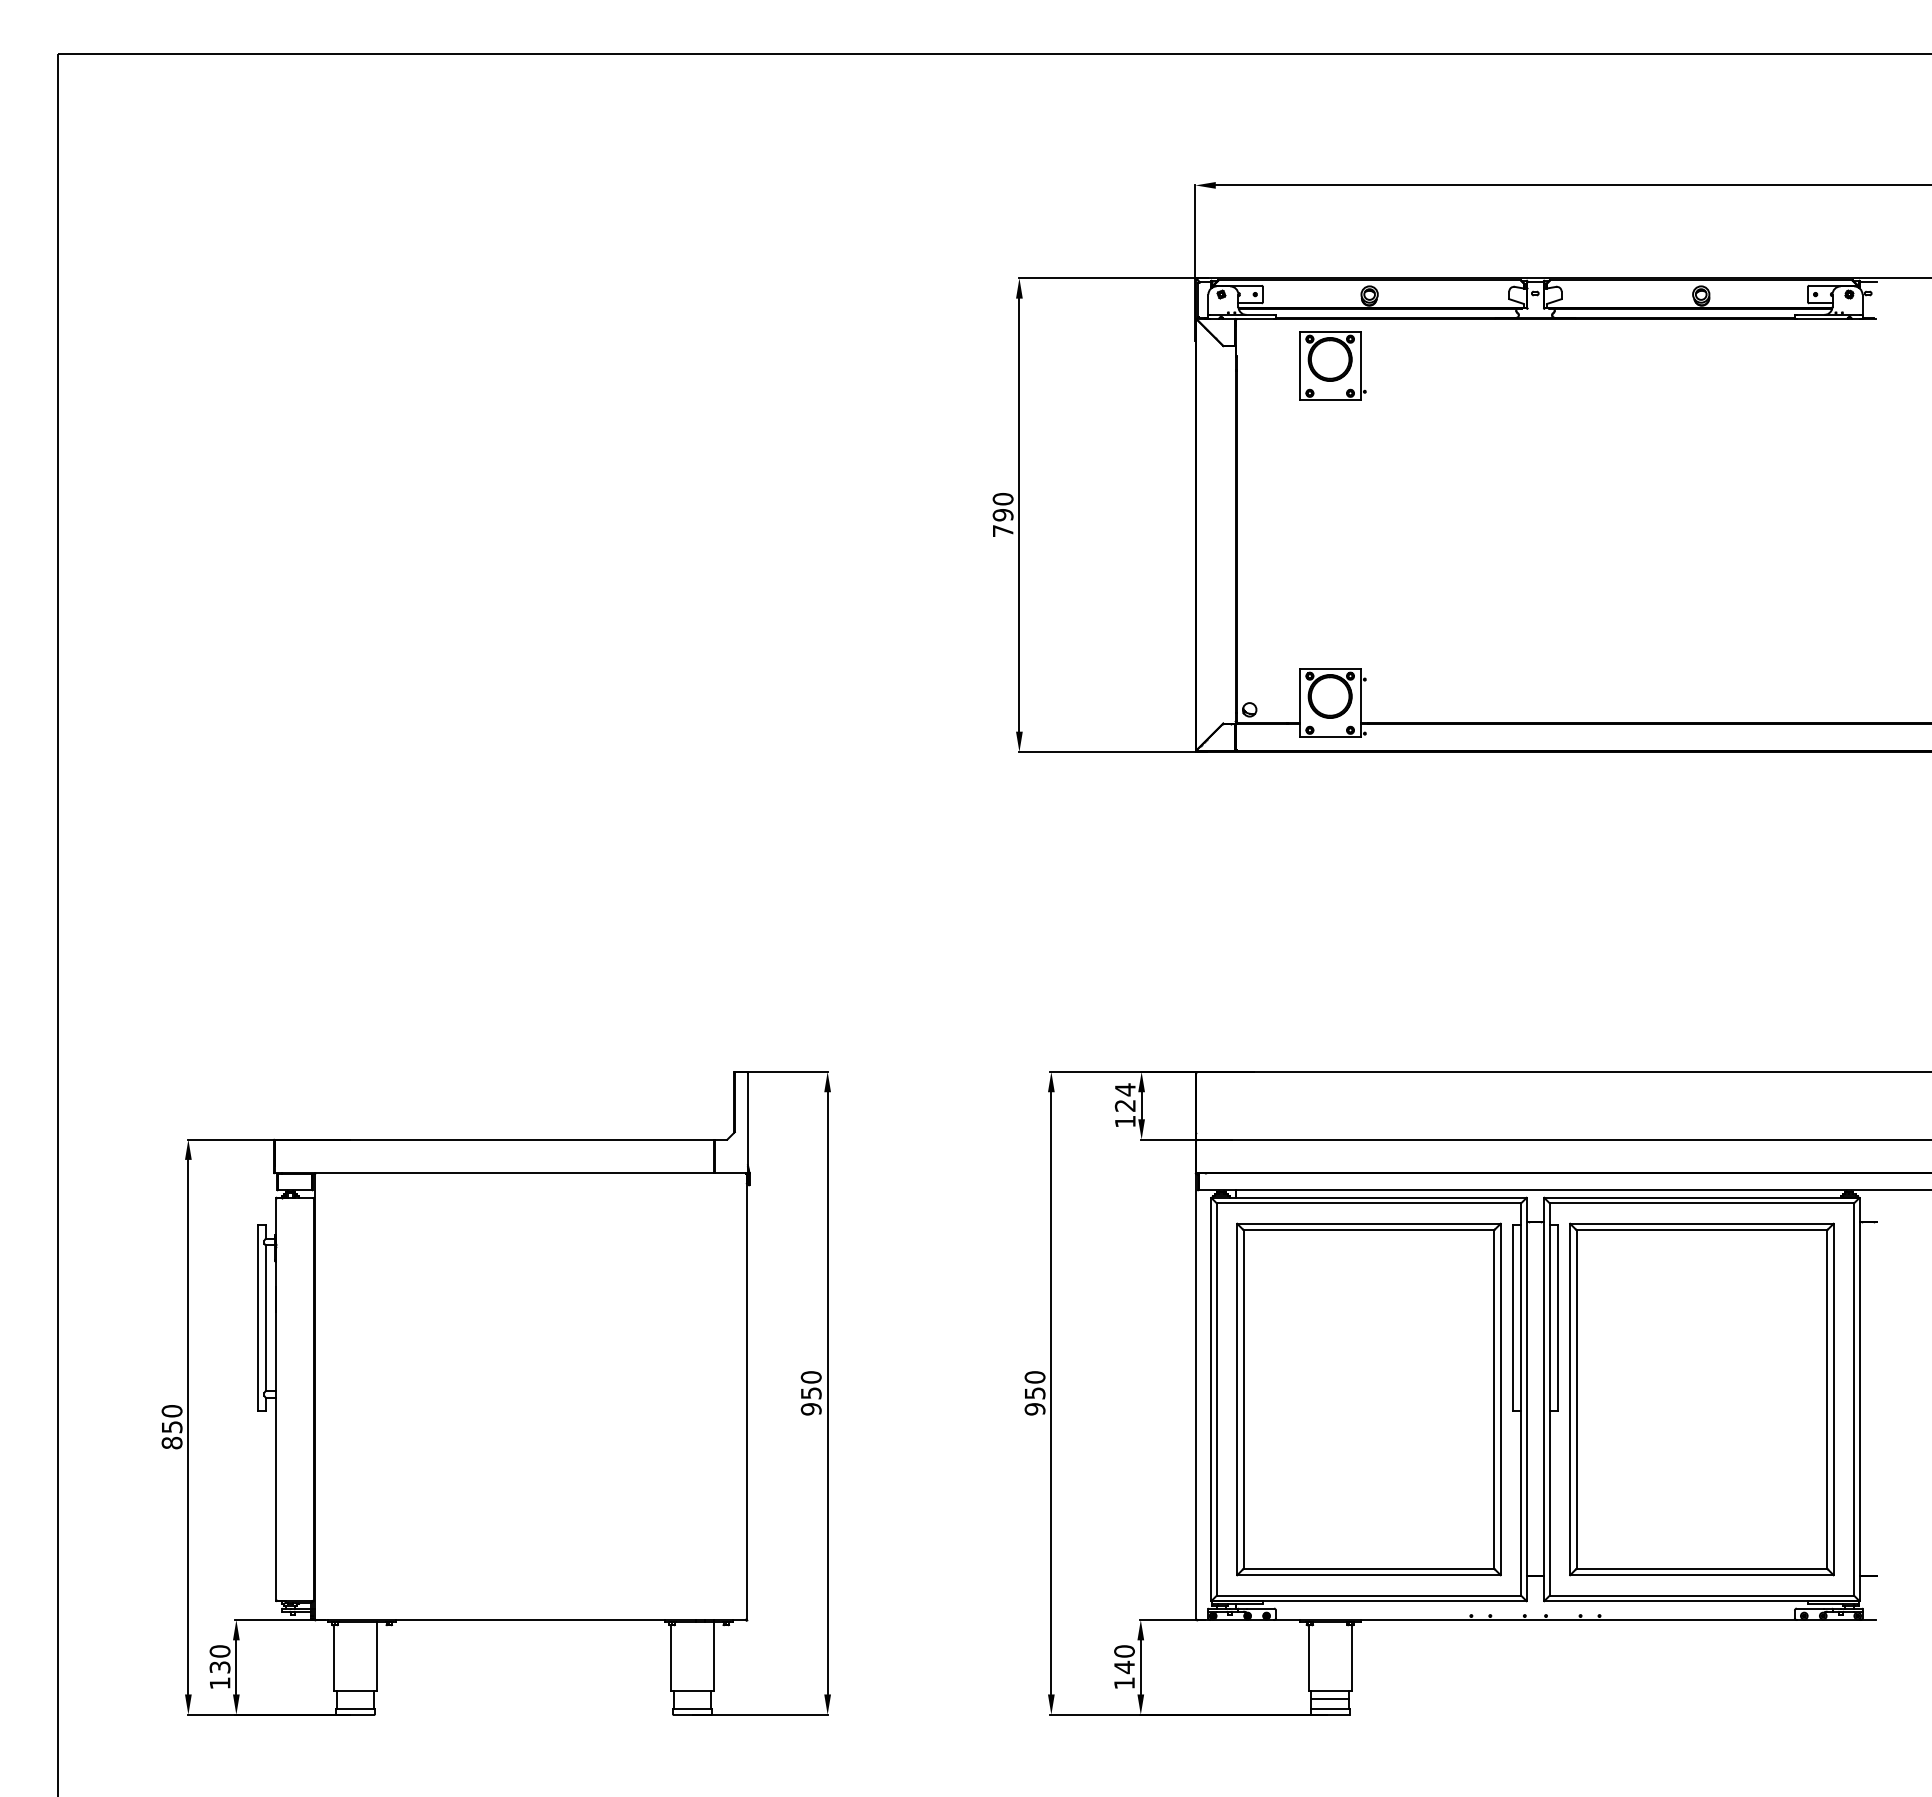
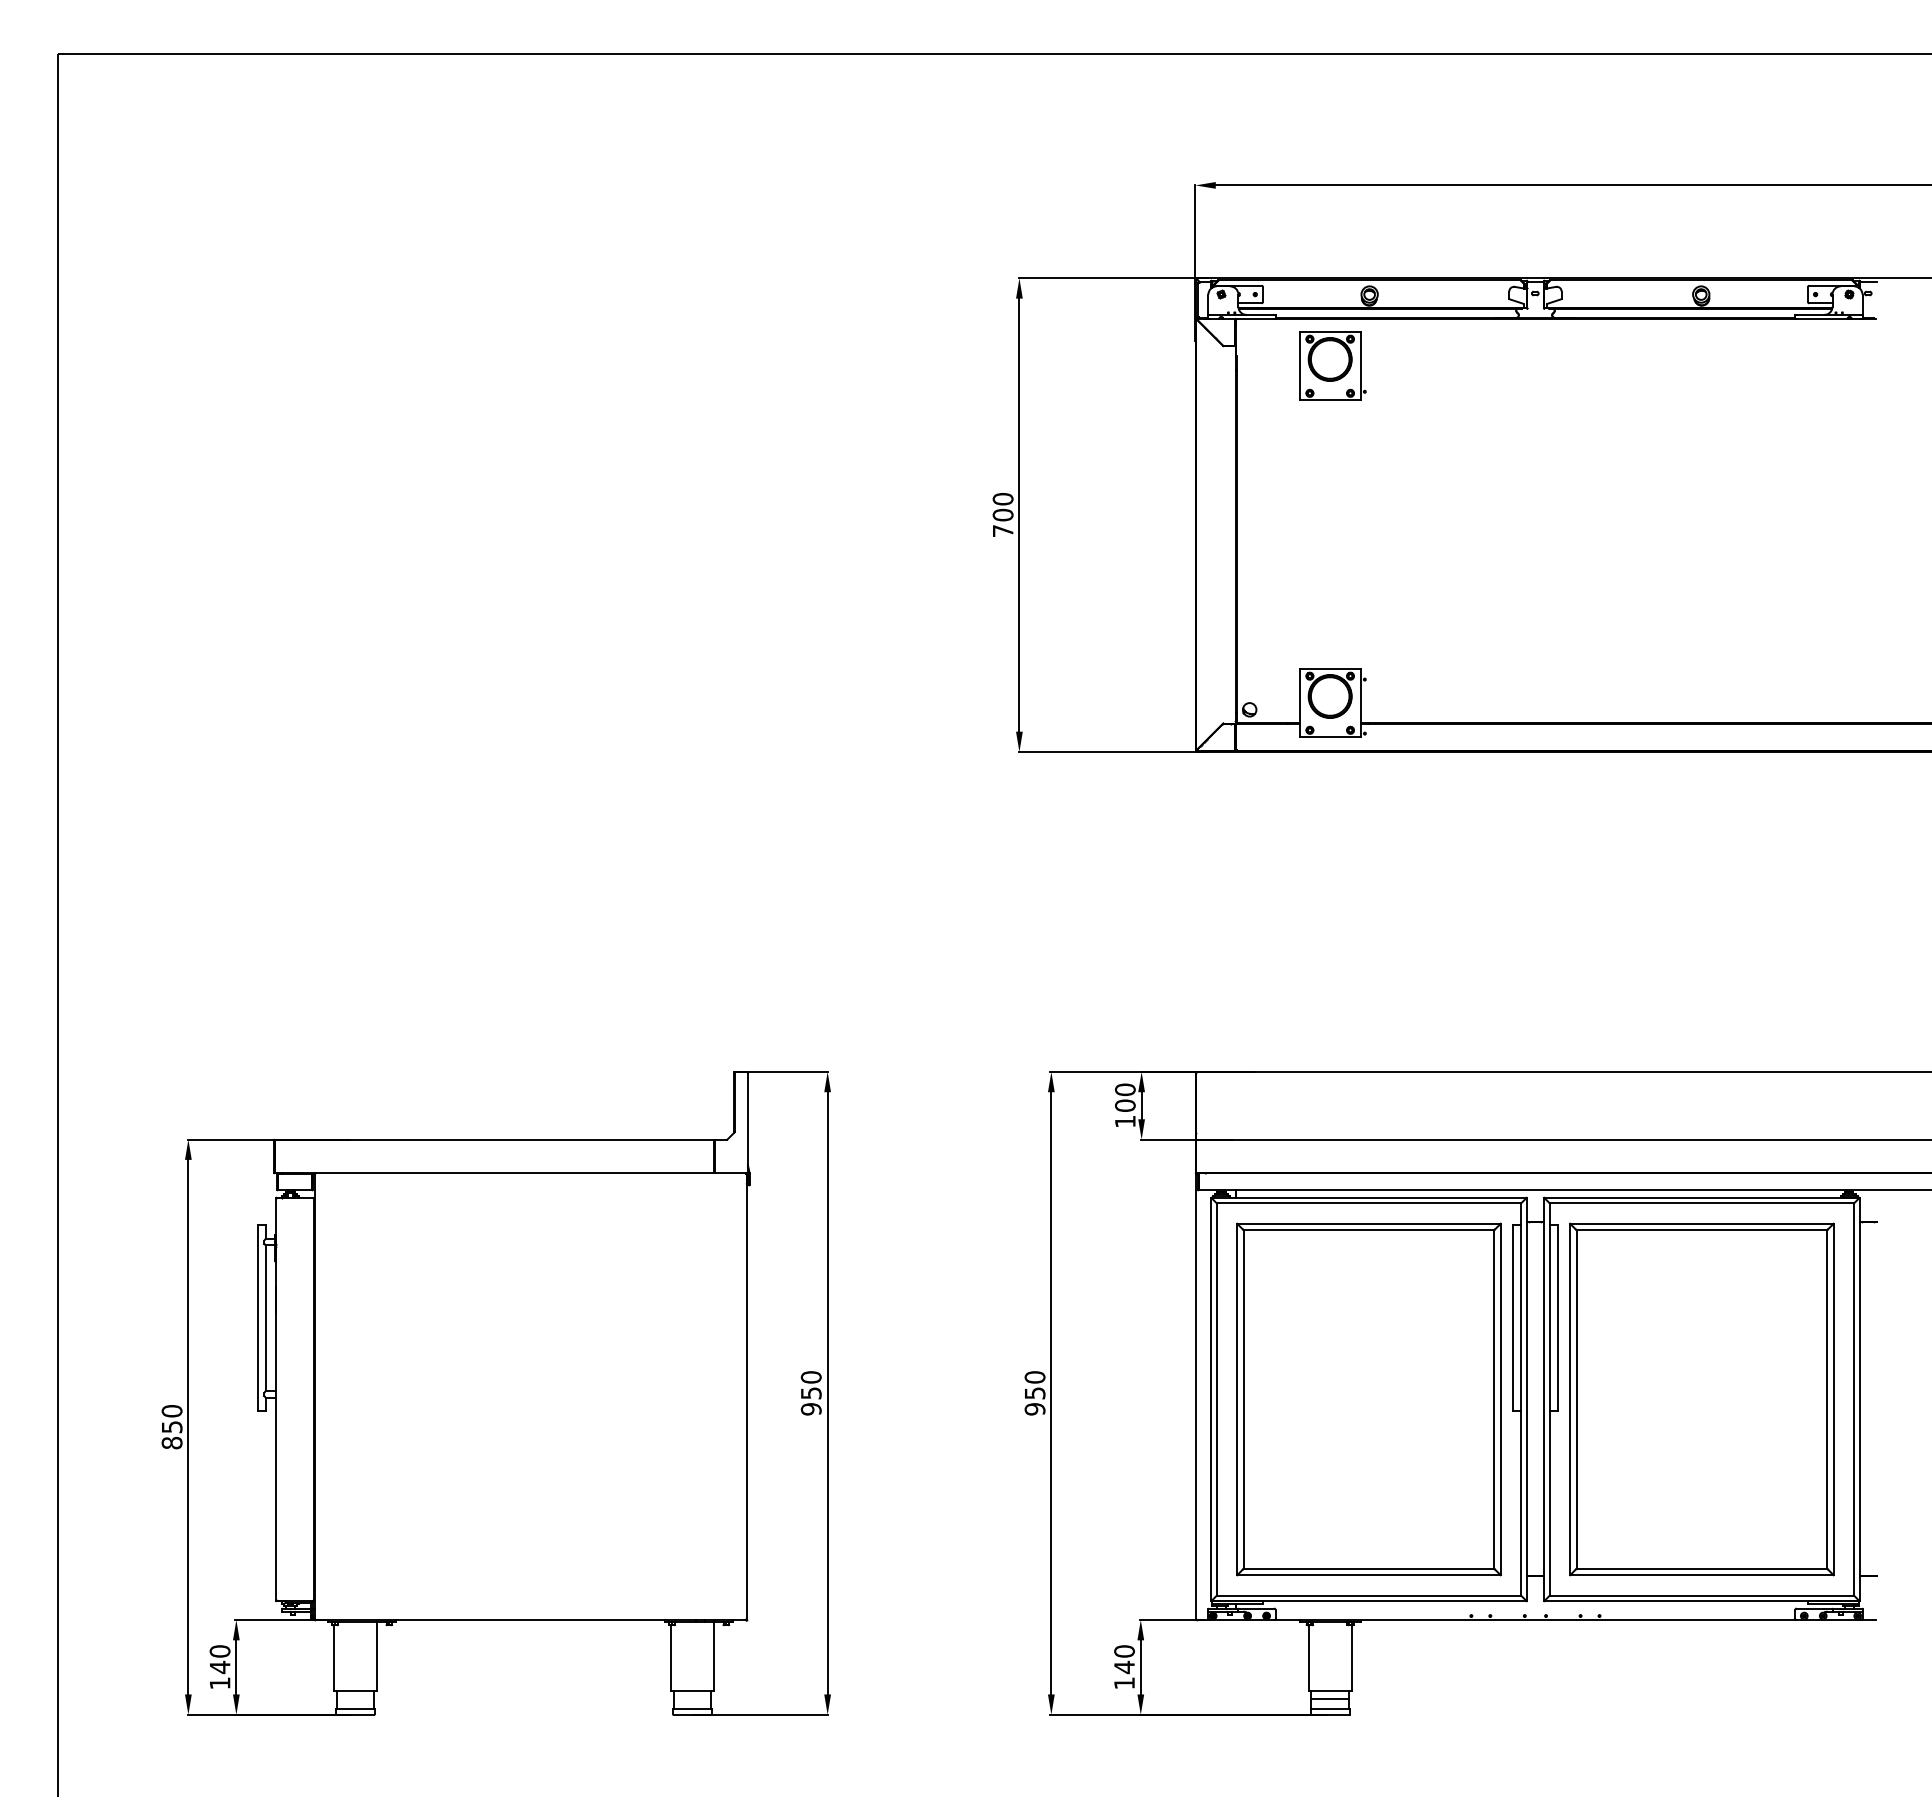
text at (1003, 514): 790 -> 700
text at (1124, 1097): 124 -> 100
text at (219, 1667): 130 -> 140
